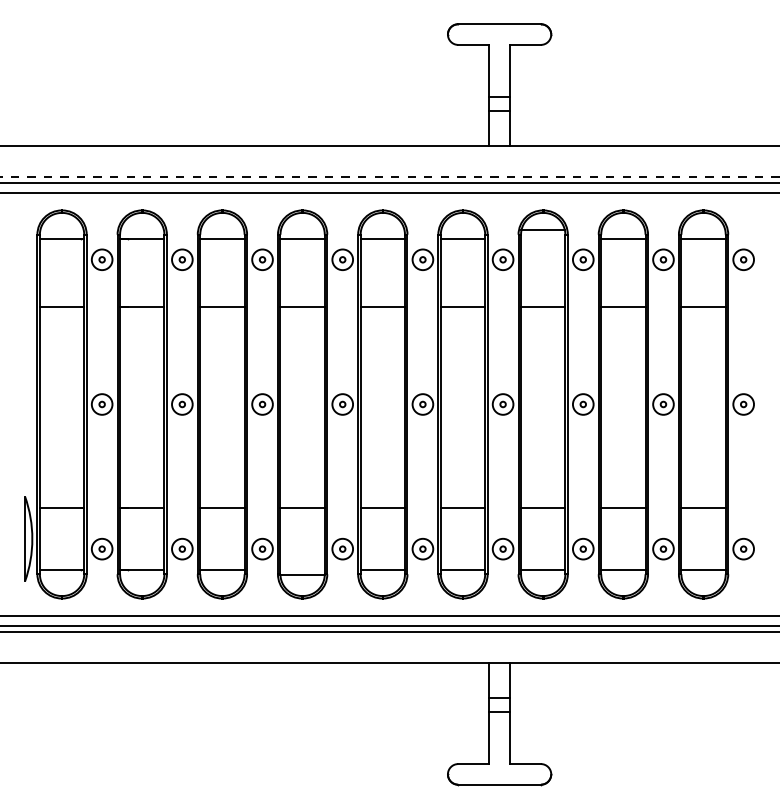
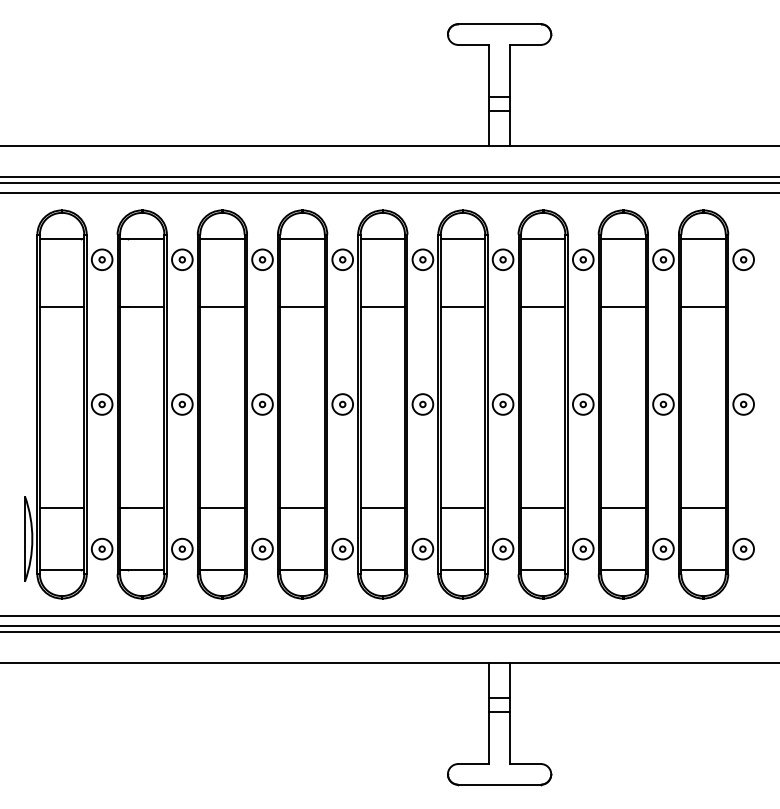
line at (390, 177): dashed -> solid
line at (543, 230) position: (543, 230) -> (543, 239)
line at (302, 574) position: (302, 574) -> (302, 569)
